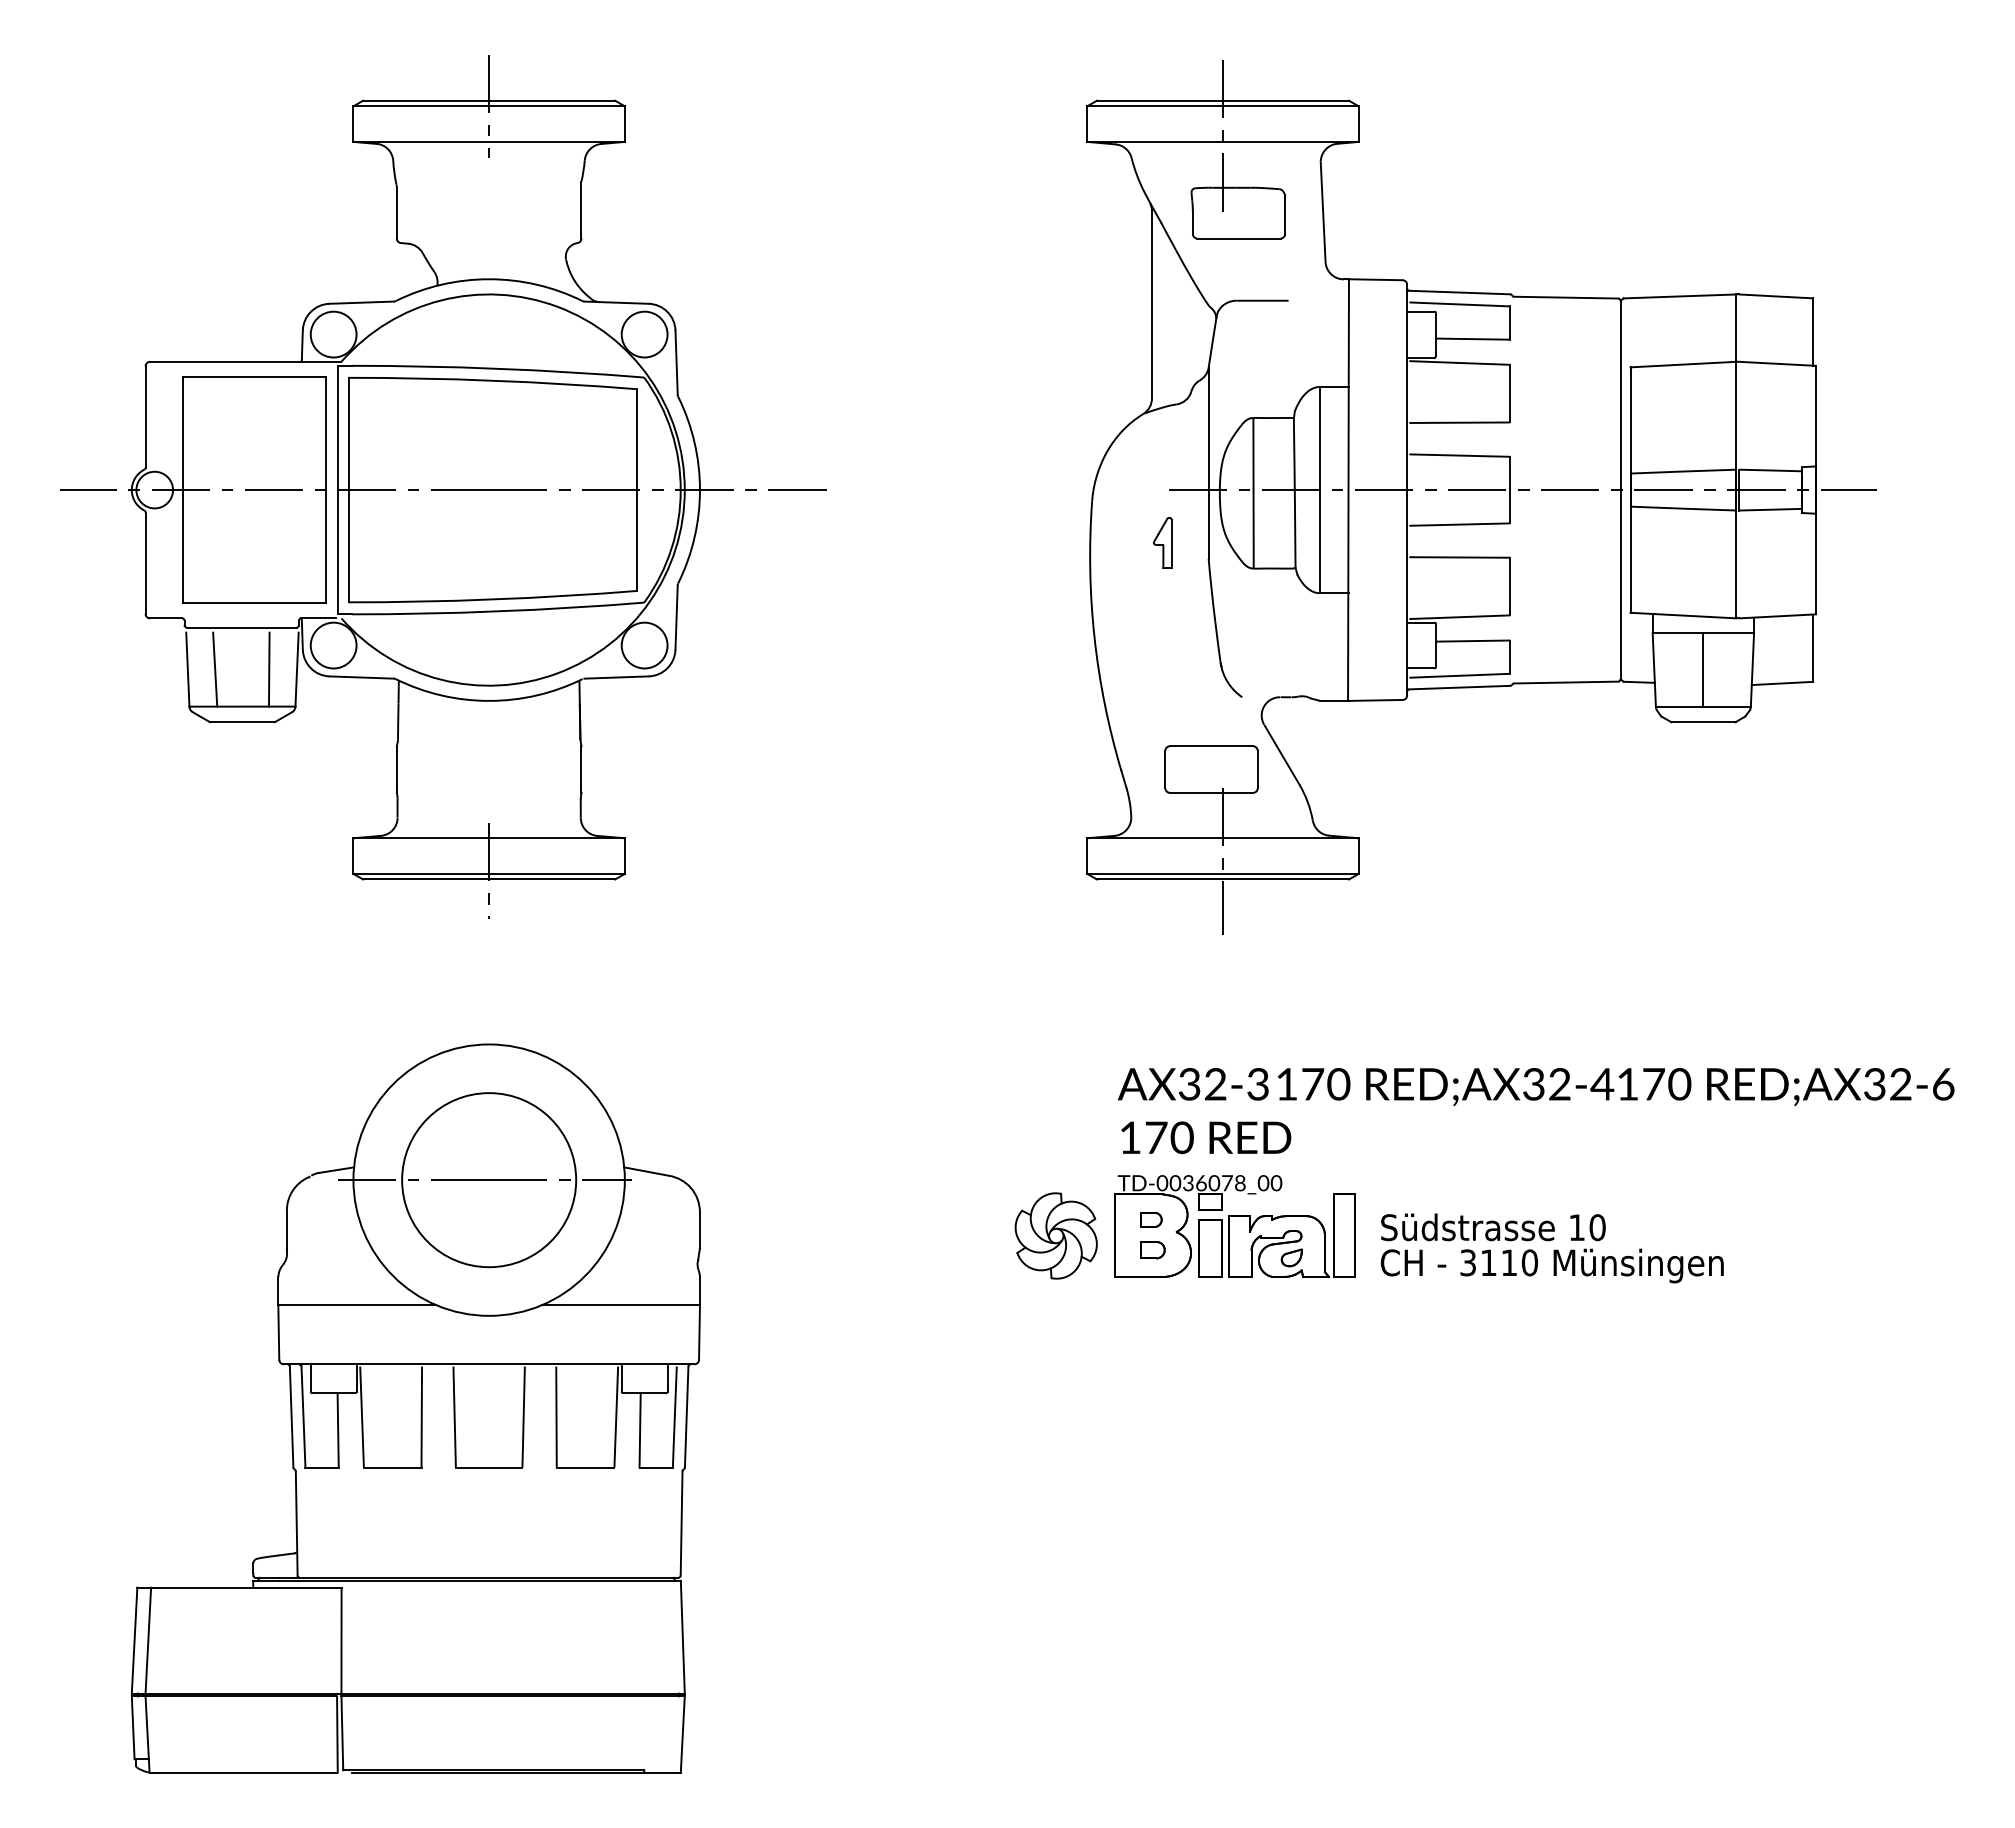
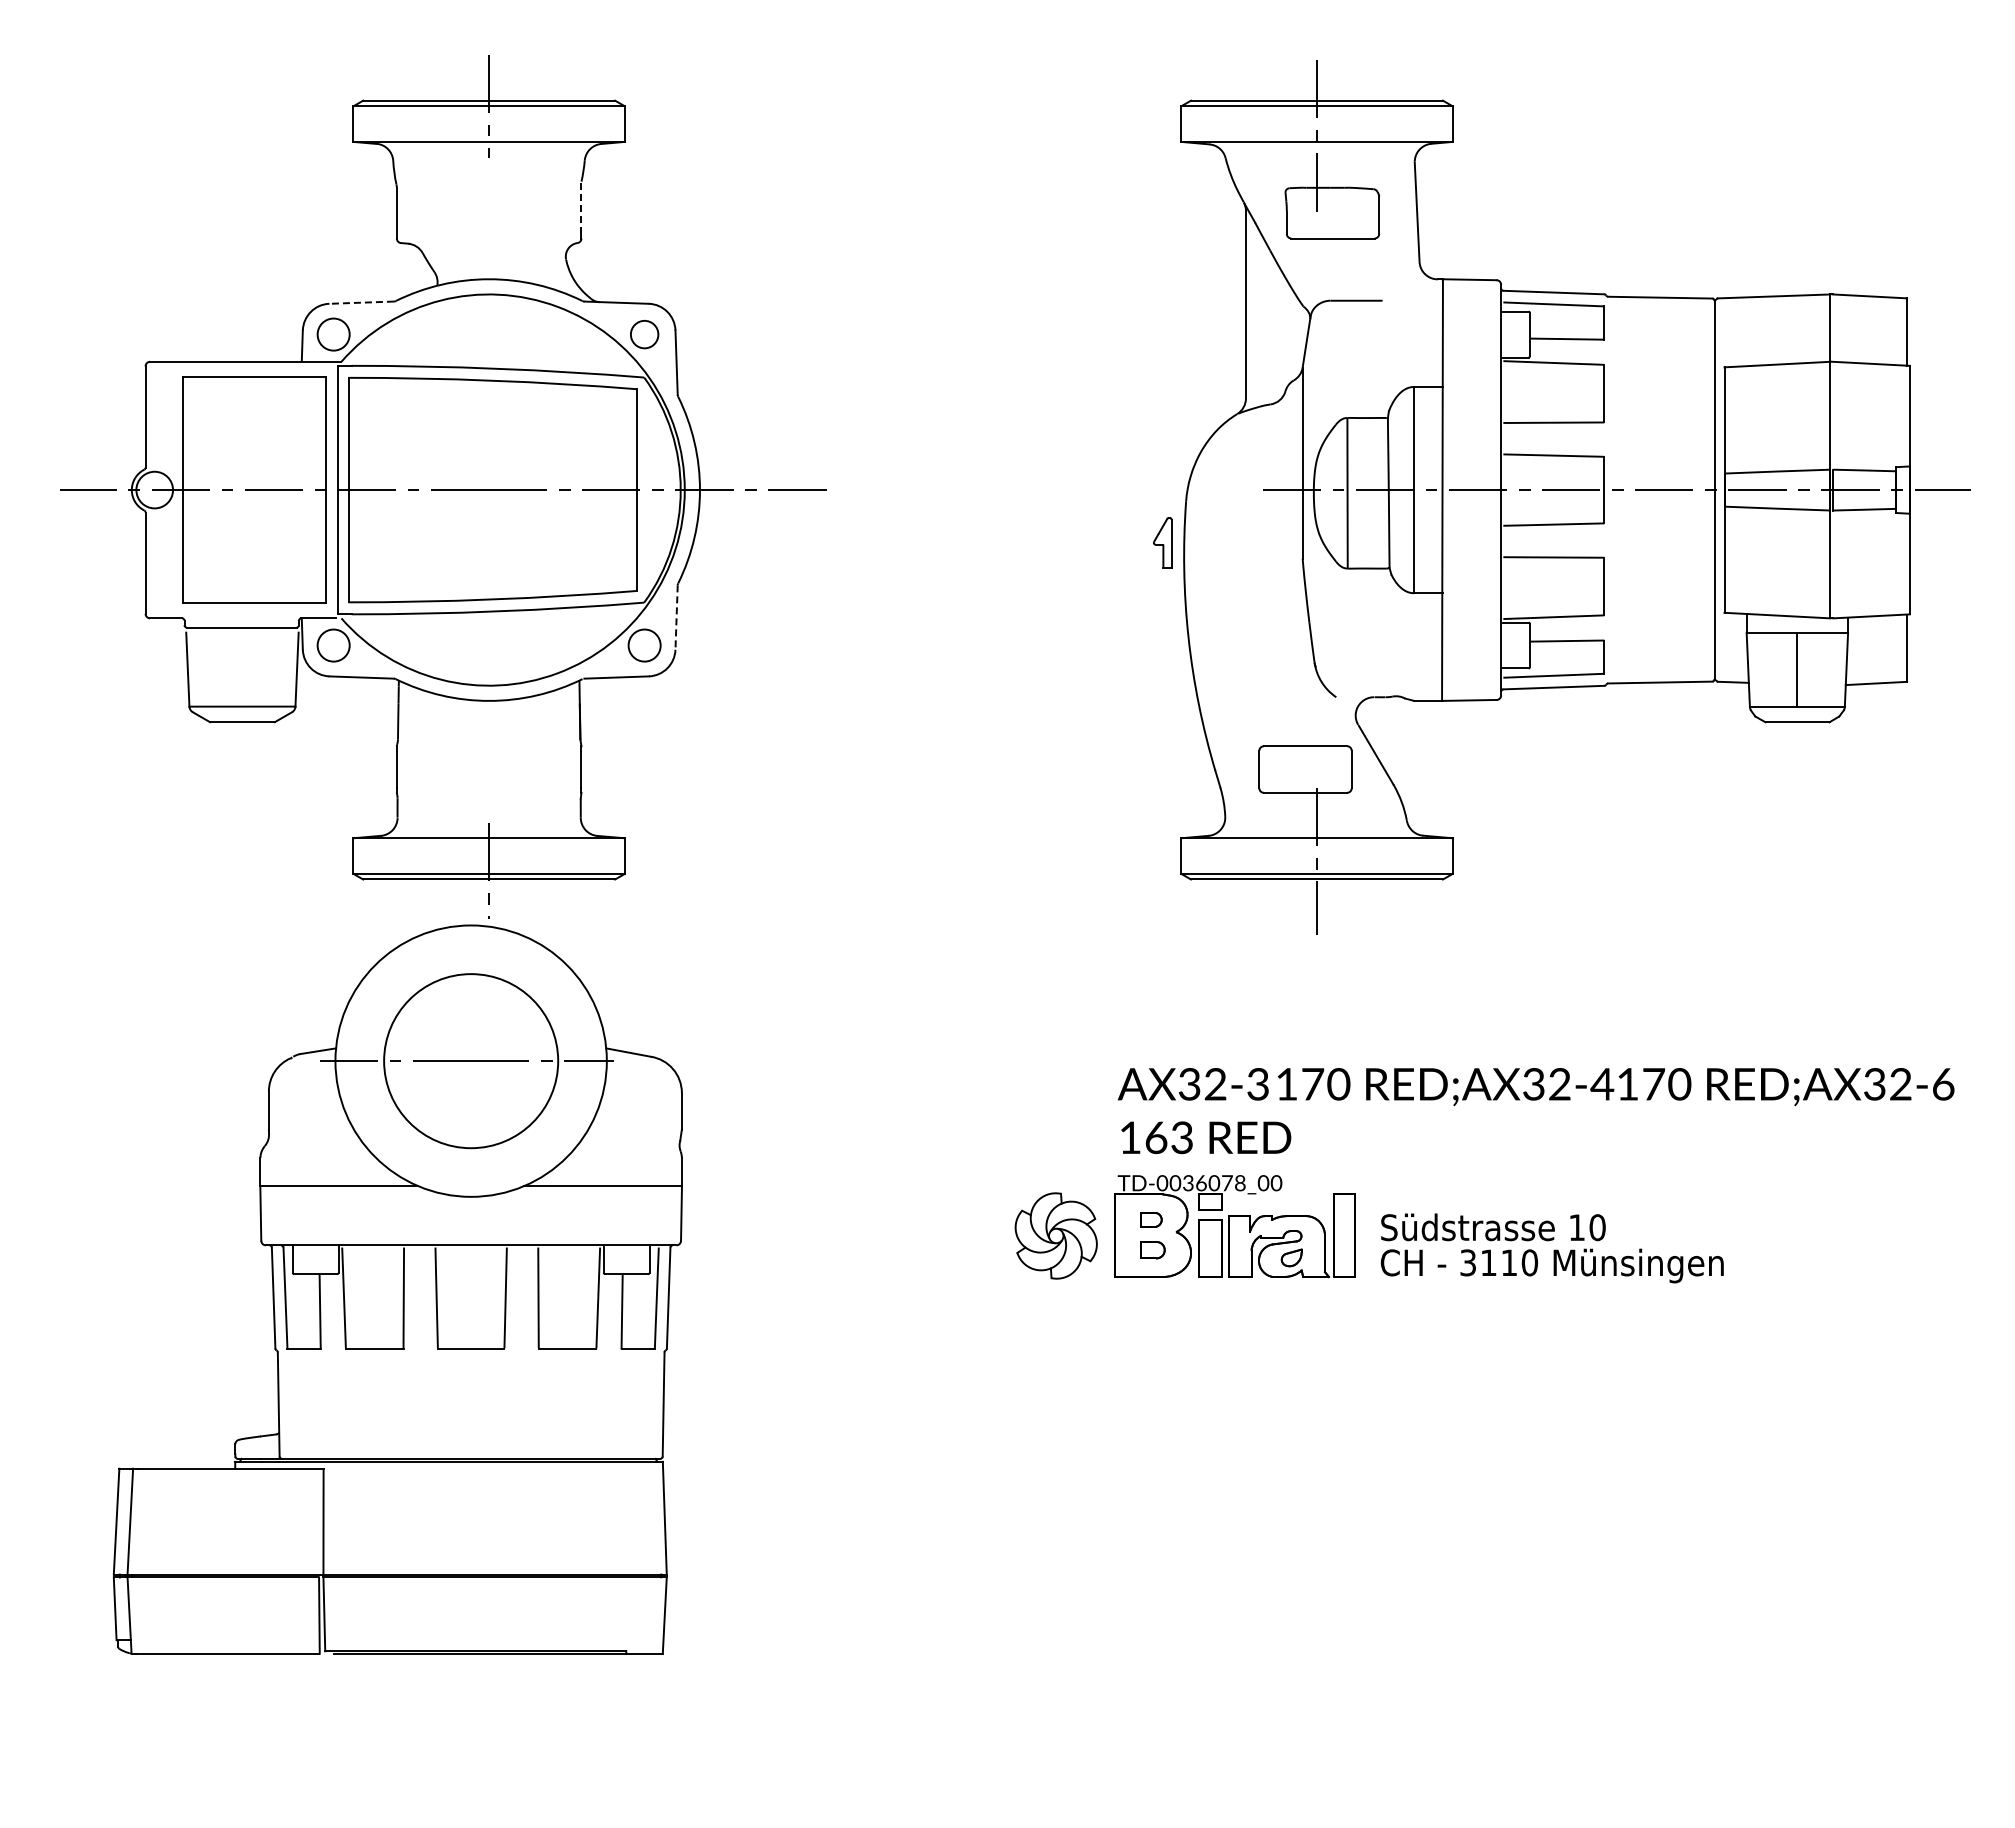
line at (581, 207): solid -> dashed
line at (361, 302): solid -> dashed
circle at (333, 334) diameter: 46 px -> 32 px
circle at (644, 334) diameter: 46 px -> 27 px
part at (1481, 497) position: (1481, 497) -> (1575, 497)
line at (676, 618): solid -> dashed
circle at (333, 645) diameter: 46 px -> 32 px
circle at (644, 645) diameter: 46 px -> 32 px
line at (215, 669): present -> none
line at (268, 669): present -> none
text at (1169, 1137): 170 -> 163
part at (415, 1408) position: (415, 1408) -> (397, 1289)
